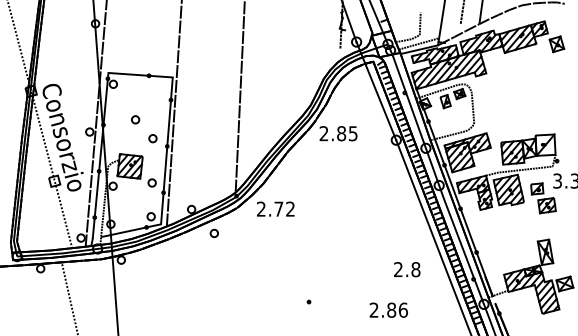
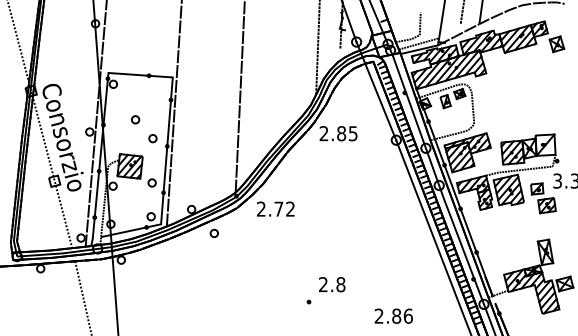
line at (317, 48): none -> present
text at (407, 269) position: (407, 269) -> (332, 284)
line at (69, 298) position: (69, 298) -> (83, 296)
text at (388, 309) position: (388, 309) -> (393, 315)
